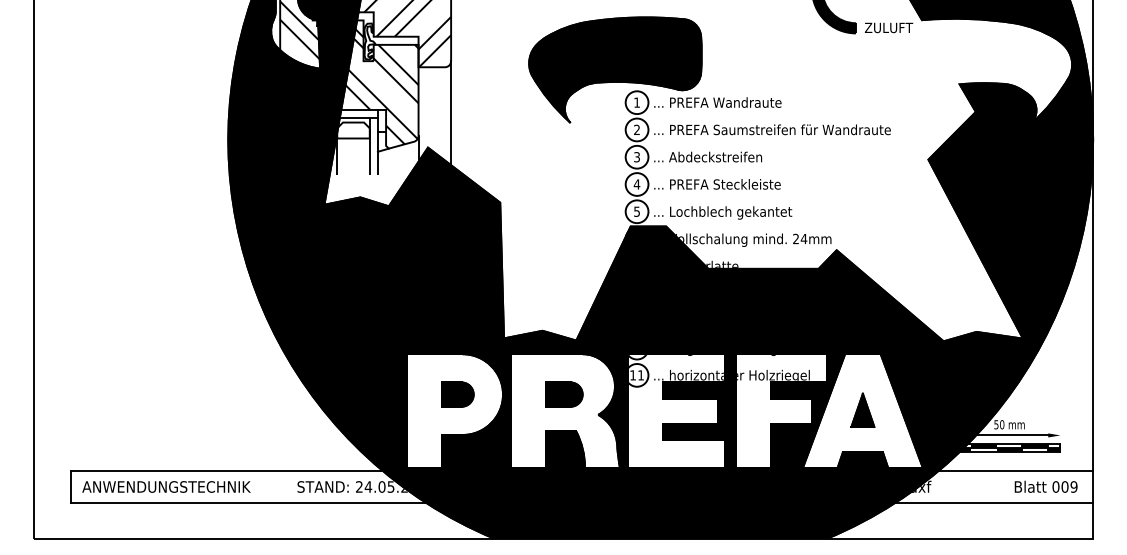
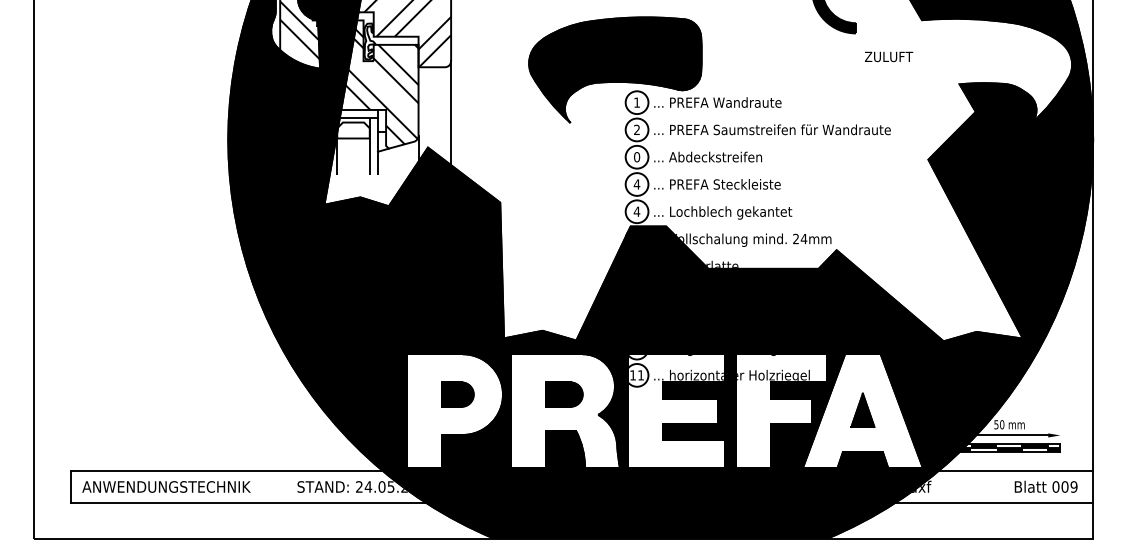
text at (889, 27) position: (889, 27) -> (889, 56)
text at (637, 157): 3 -> 0
text at (636, 211): 5 -> 4
